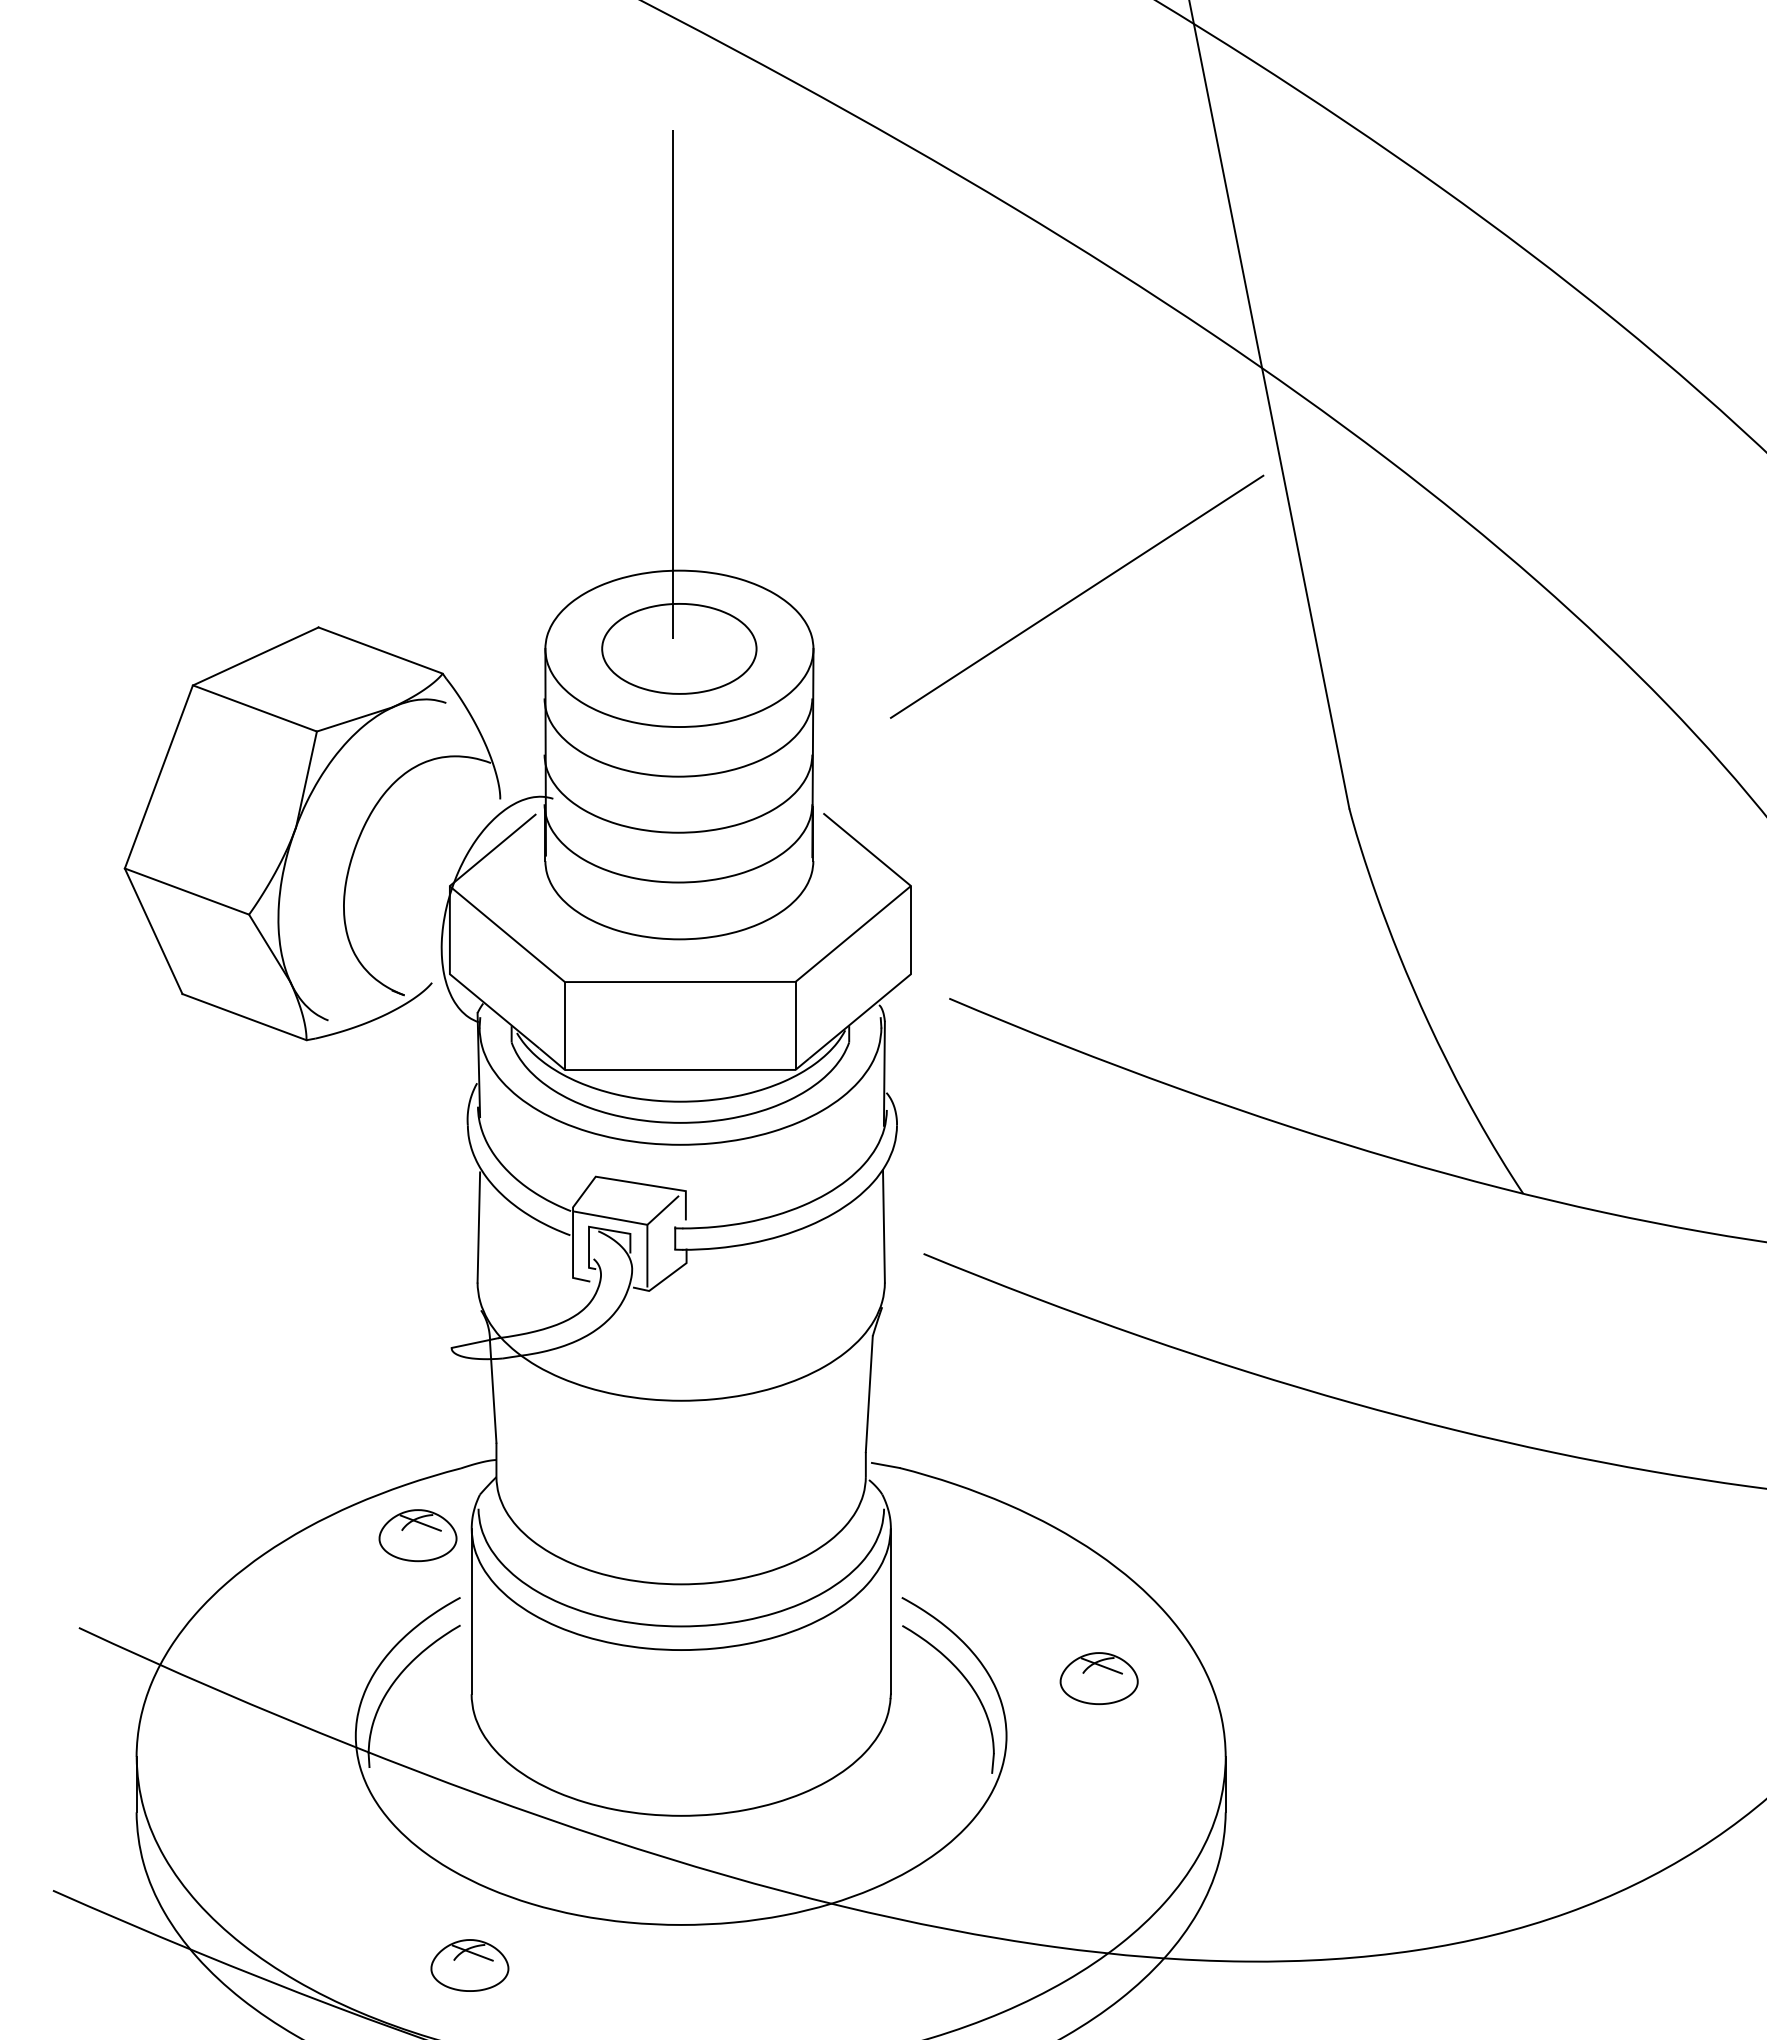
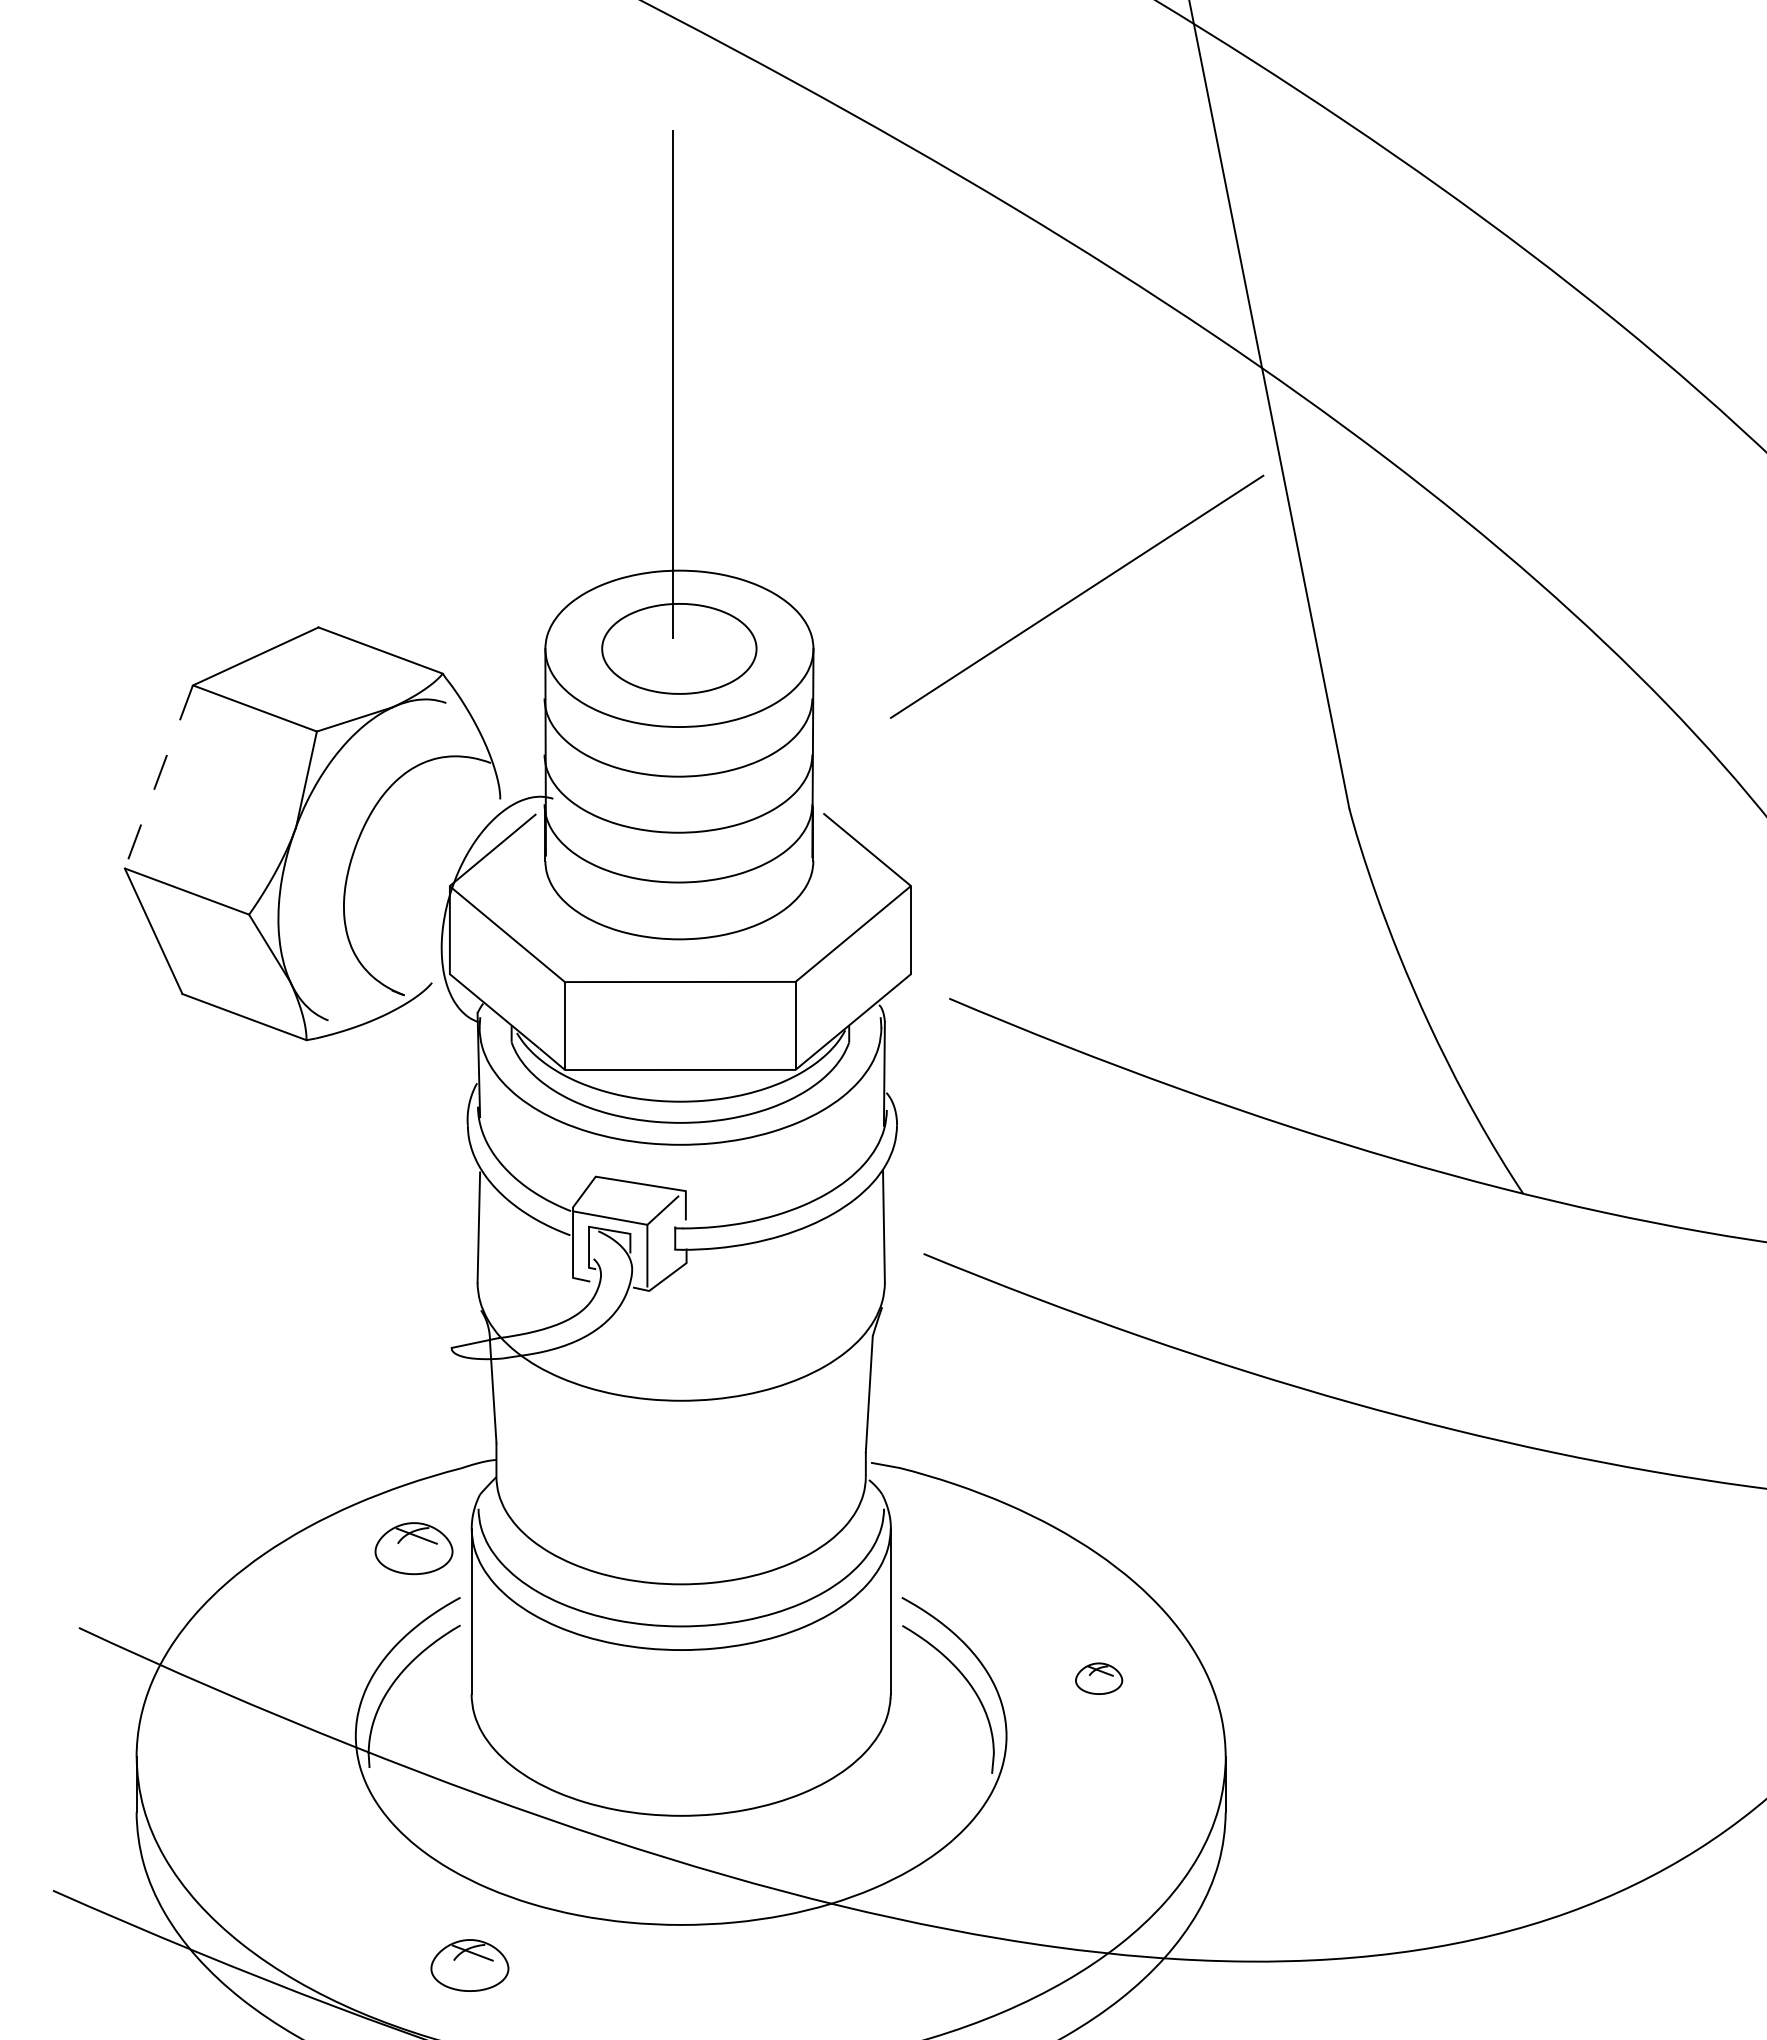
line at (158, 777): solid -> dashed
part at (417, 1535) position: (417, 1535) -> (413, 1548)
part at (1098, 1678) size: 80x54 px -> 49x33 px
